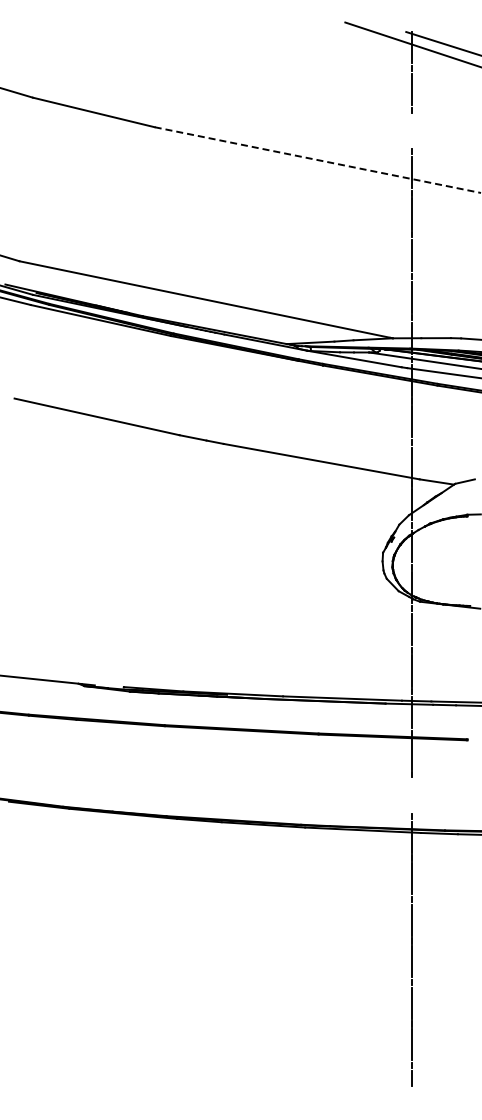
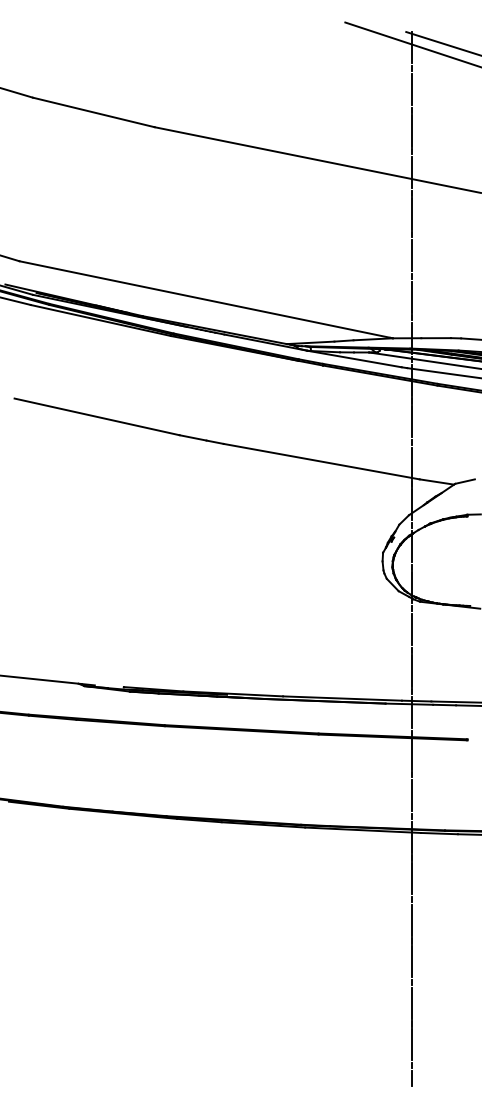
line at (411, 130): none -> present
line at (318, 160): dashed -> solid
line at (411, 795): none -> present
